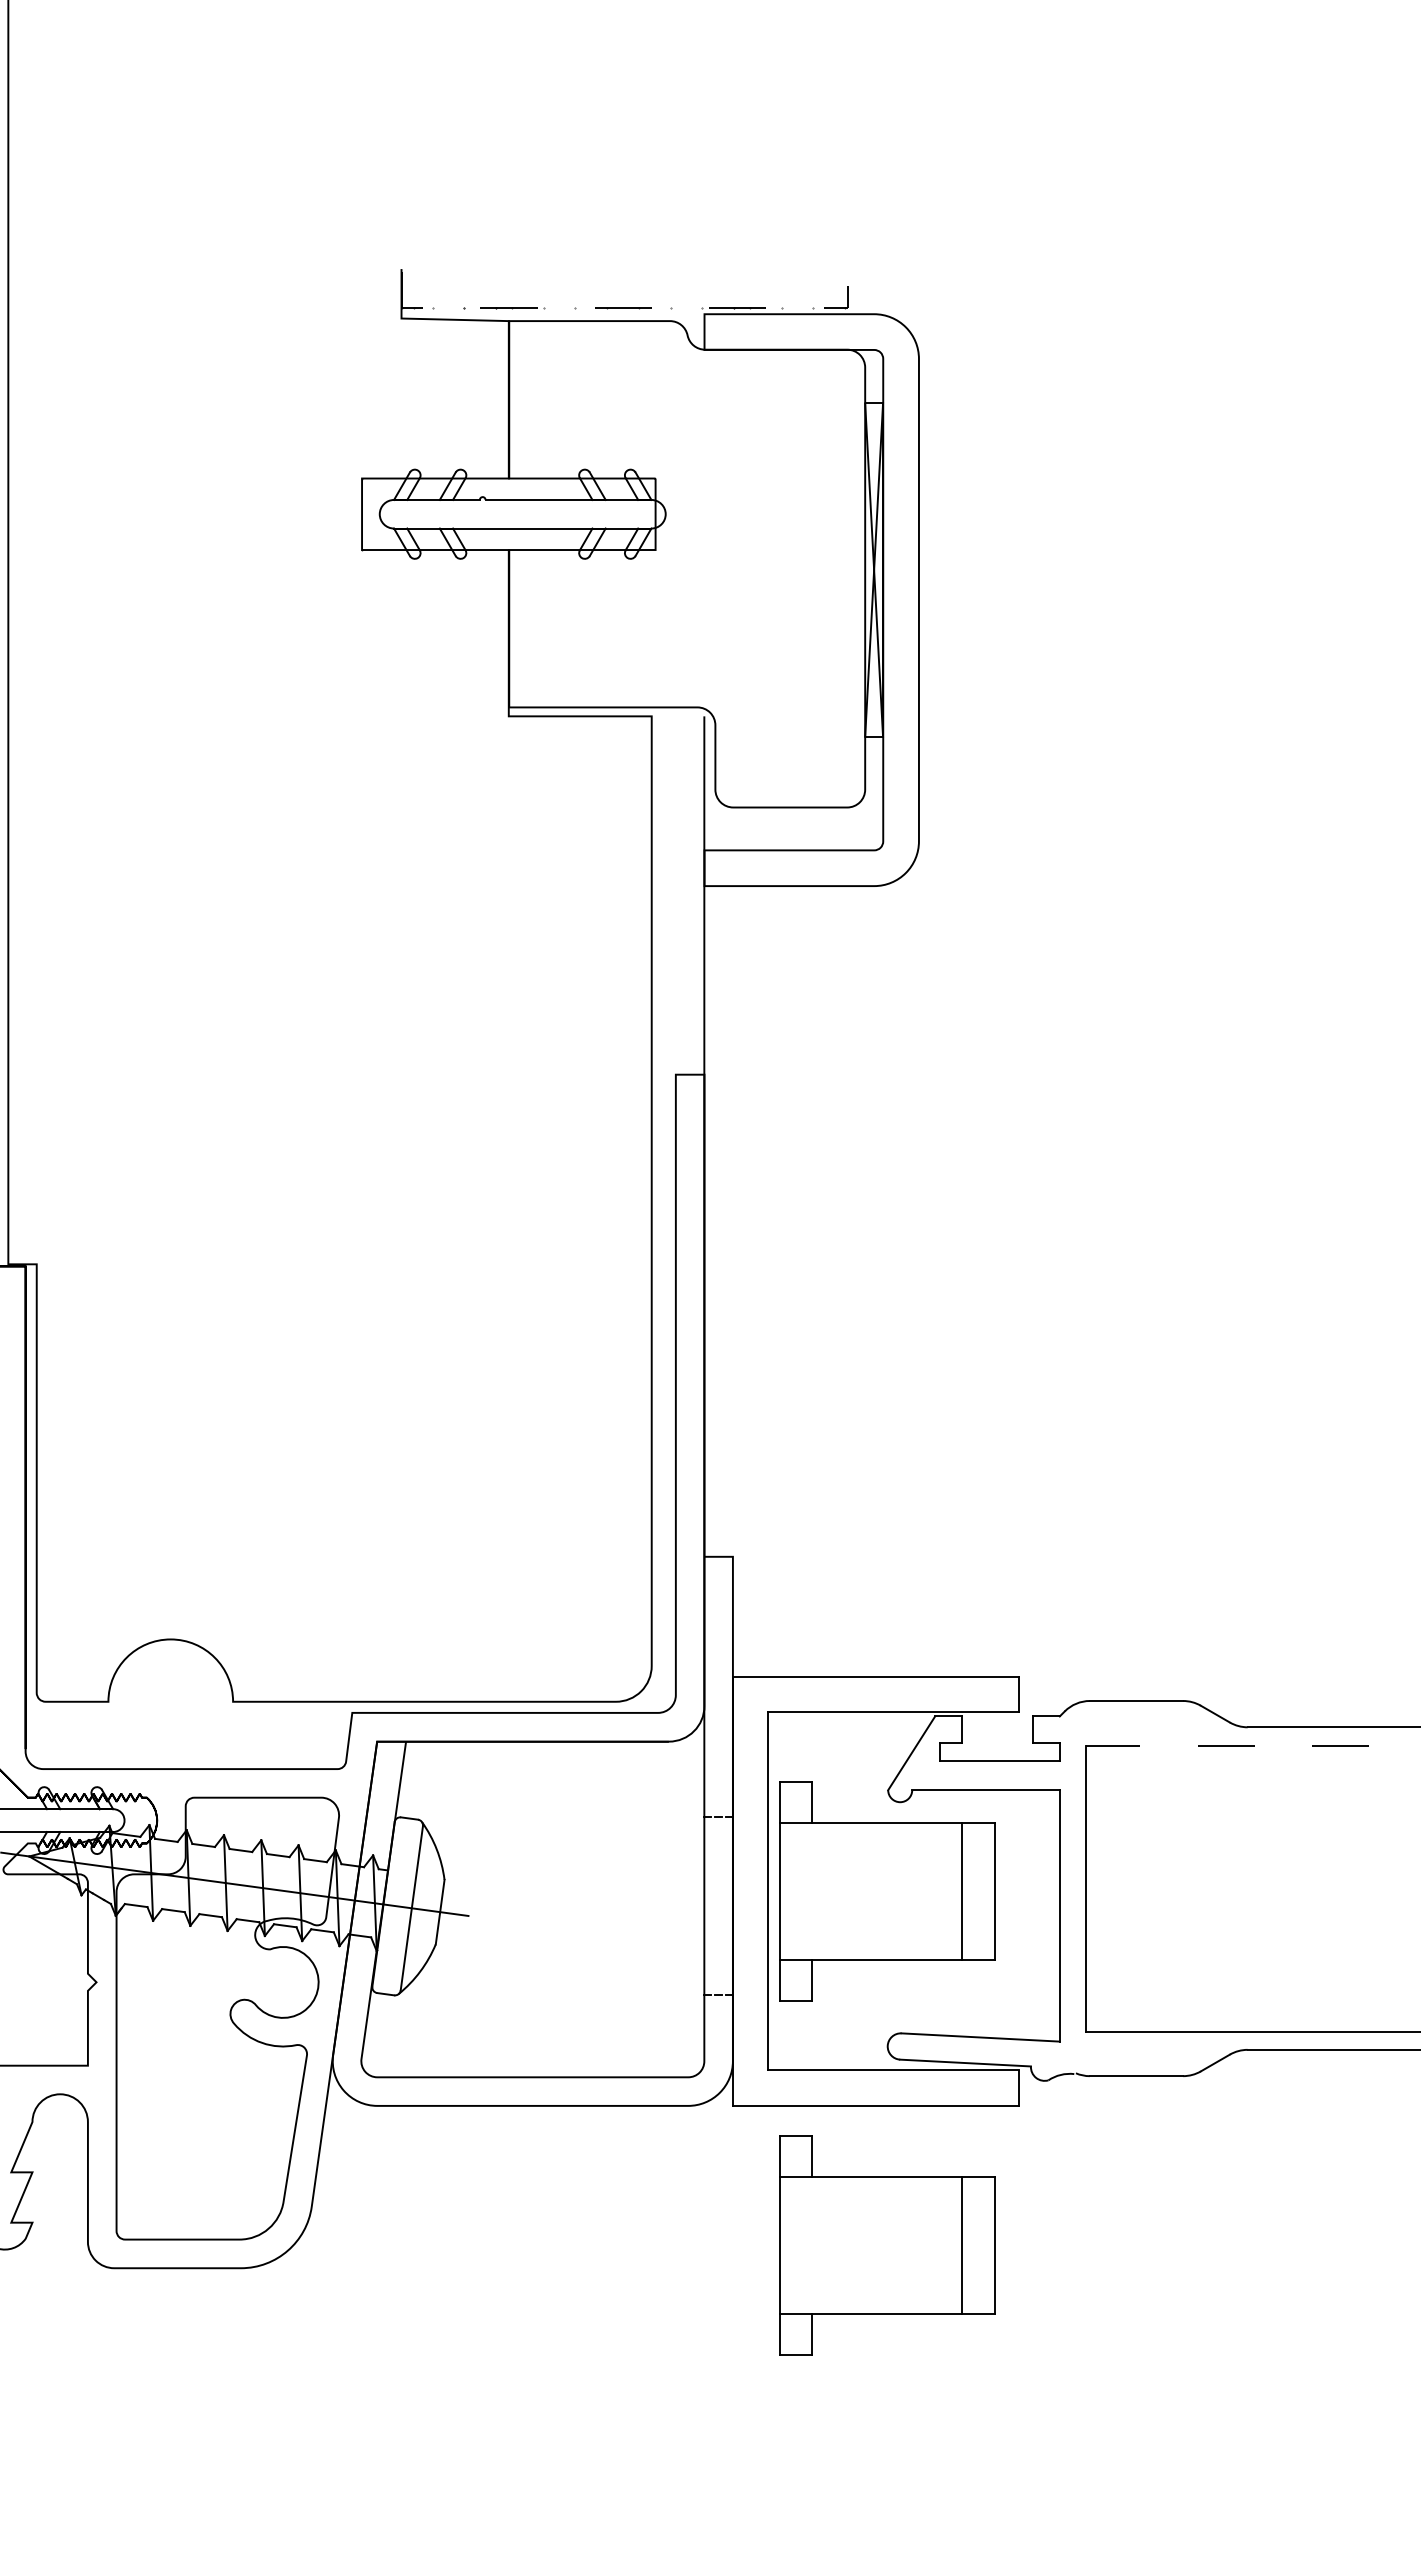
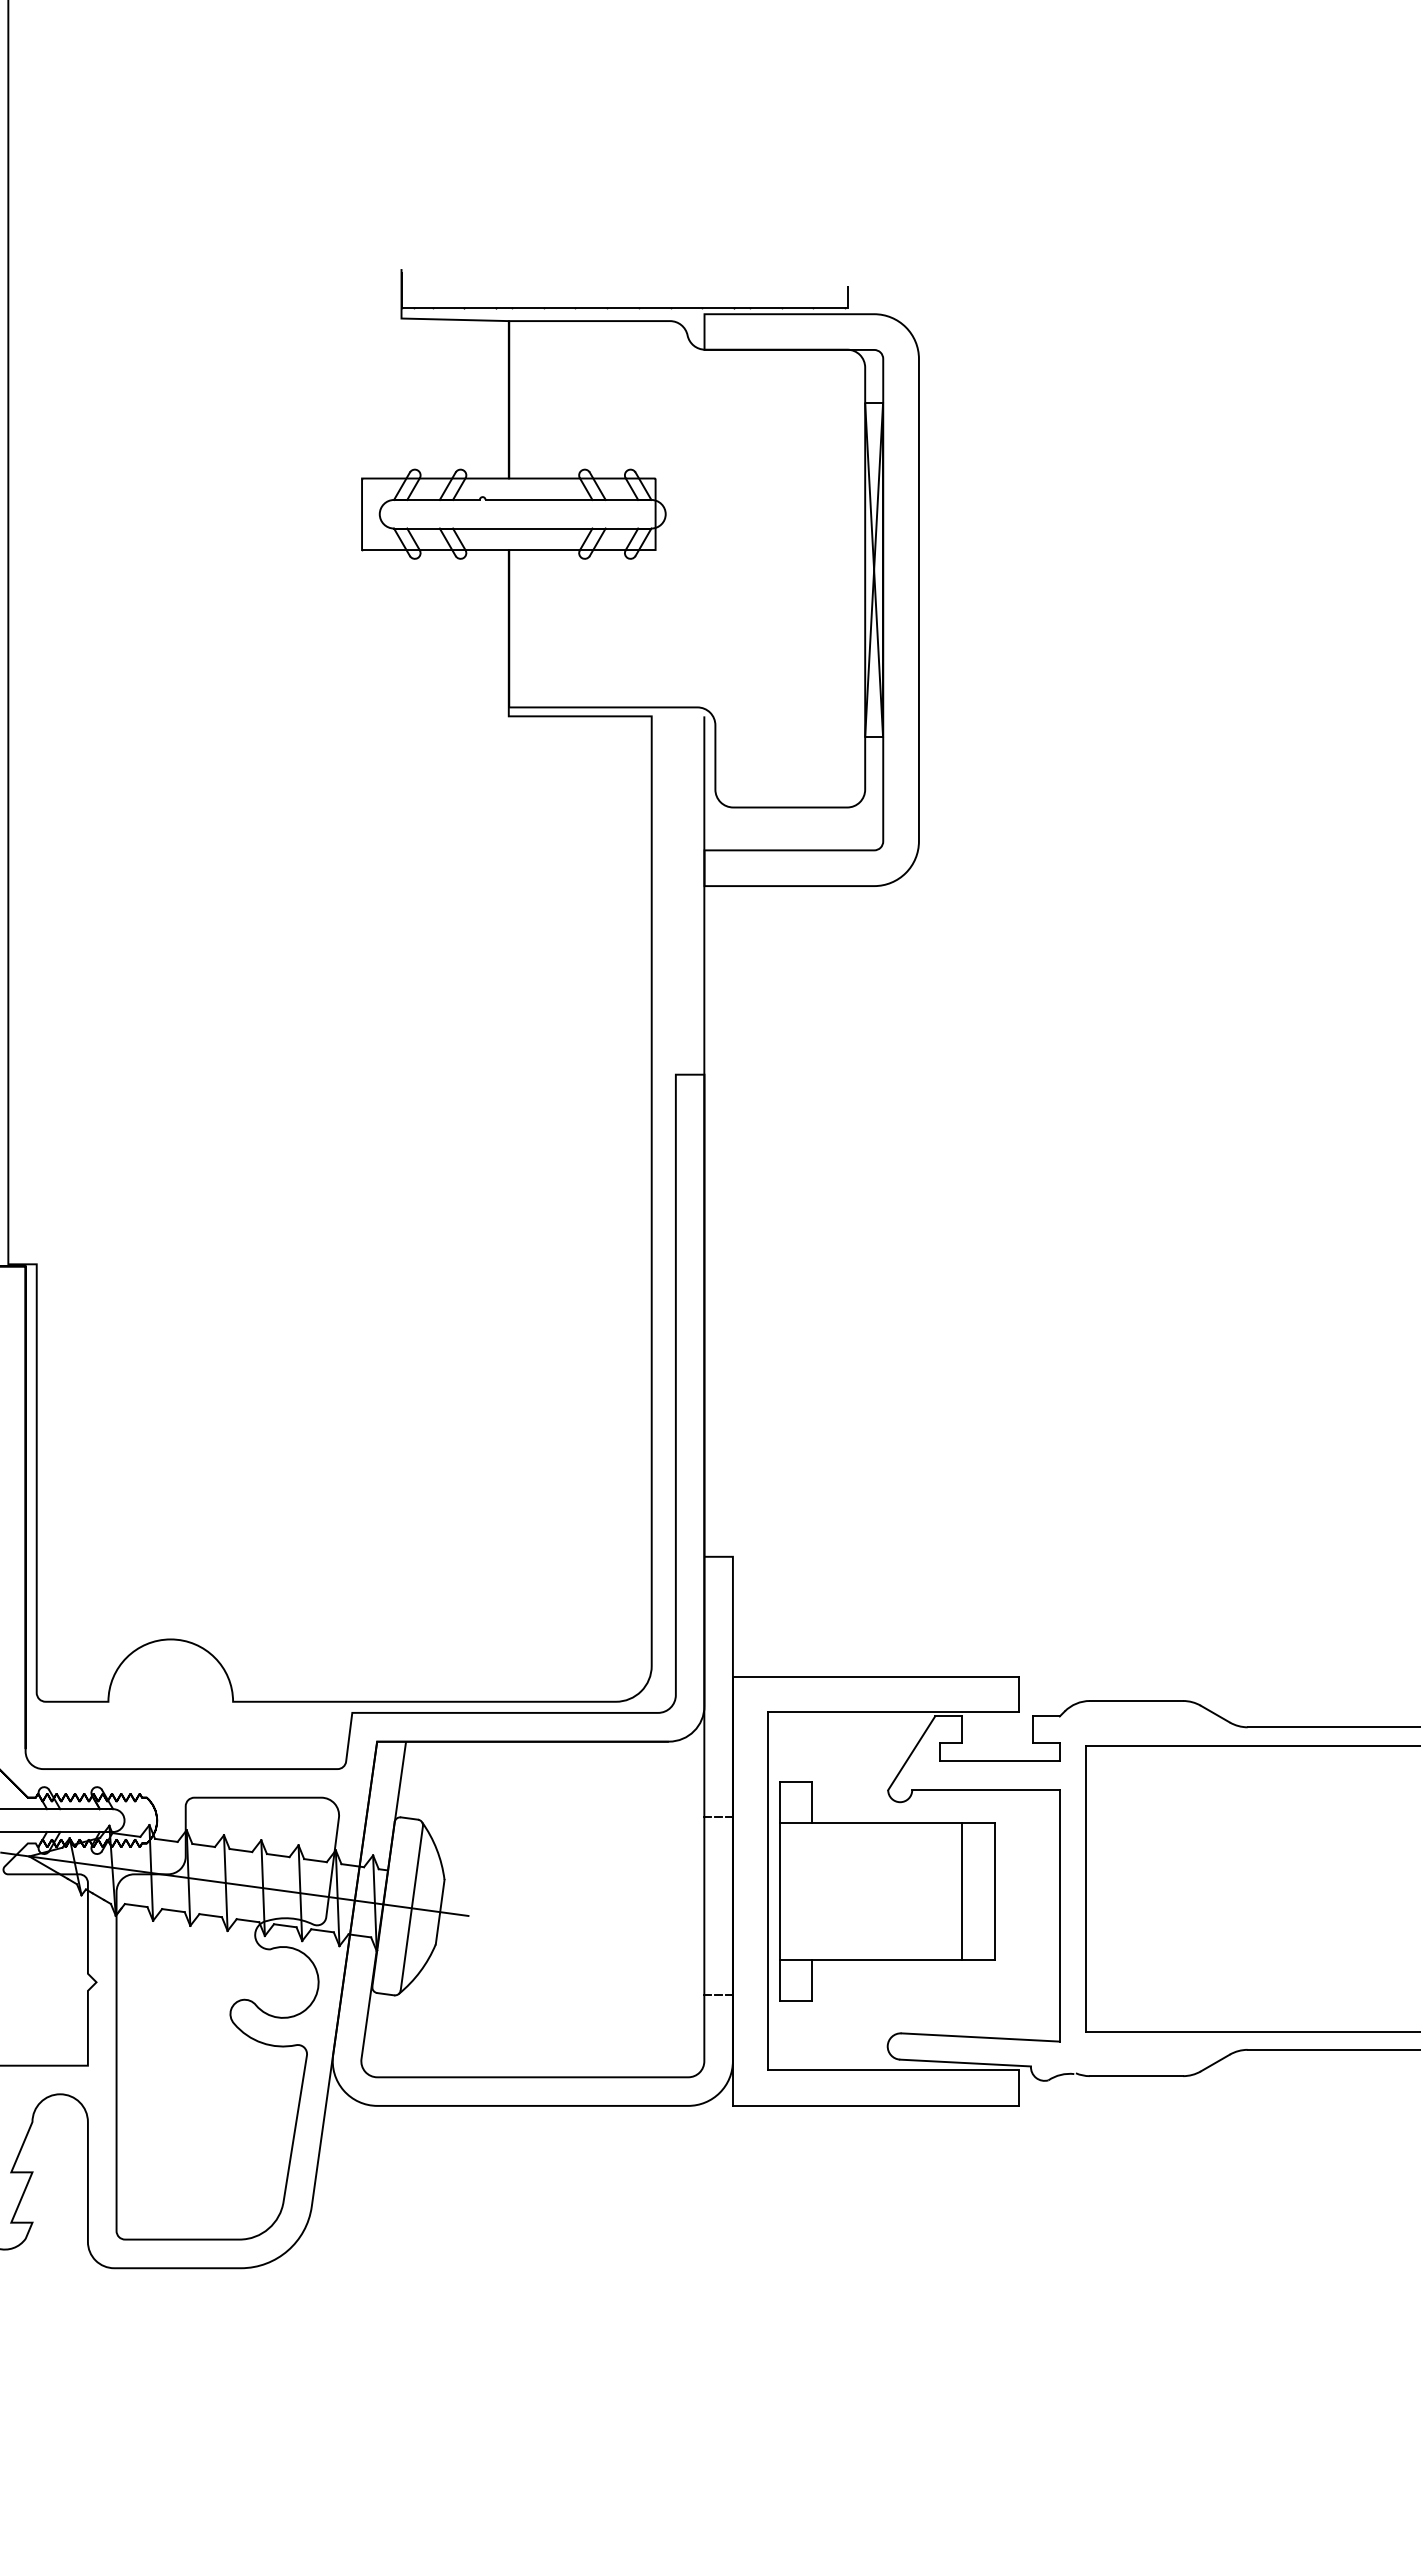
line at (618, 307): dashed -> solid
line at (1252, 1745): dashed -> solid
part at (887, 2245): present -> none
